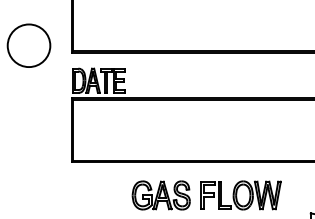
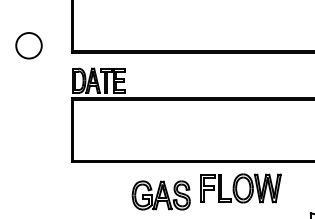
circle at (28, 45) diameter: 43 px -> 26 px
part at (240, 195) position: (240, 195) -> (240, 188)
